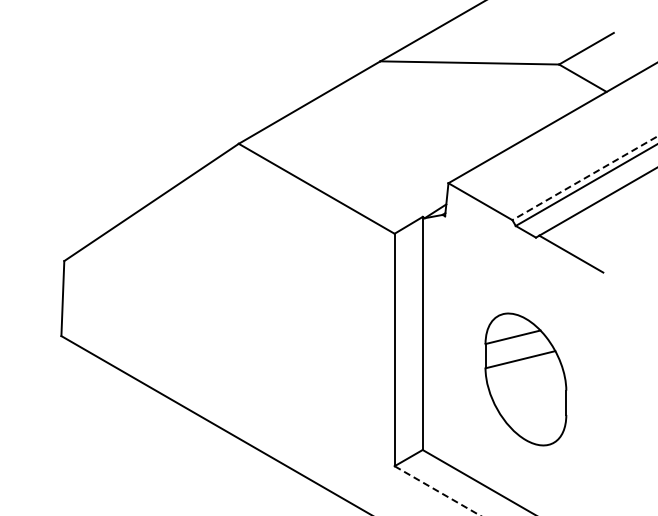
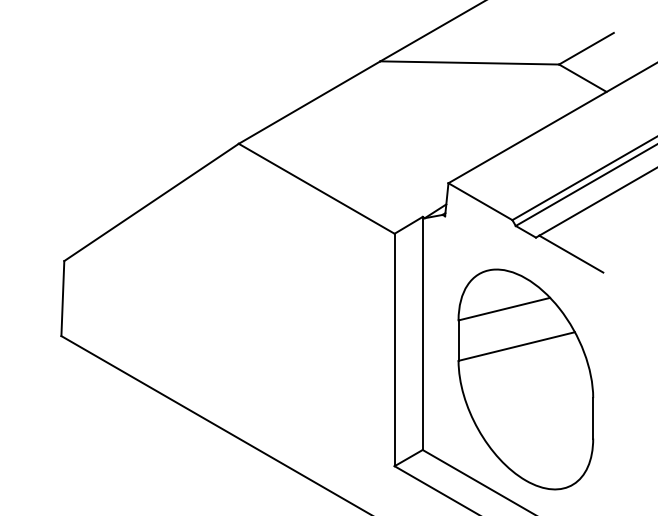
line at (585, 178): dashed -> solid
part at (525, 379) size: 84x135 px -> 138x223 px
line at (437, 491): dashed -> solid
